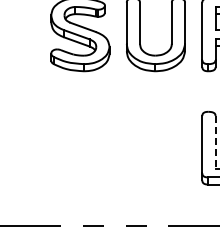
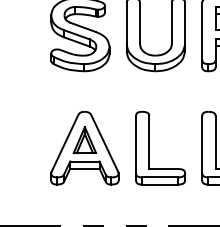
line at (215, 142): dashed -> solid
part at (84, 148): none -> present
part at (149, 148): none -> present
